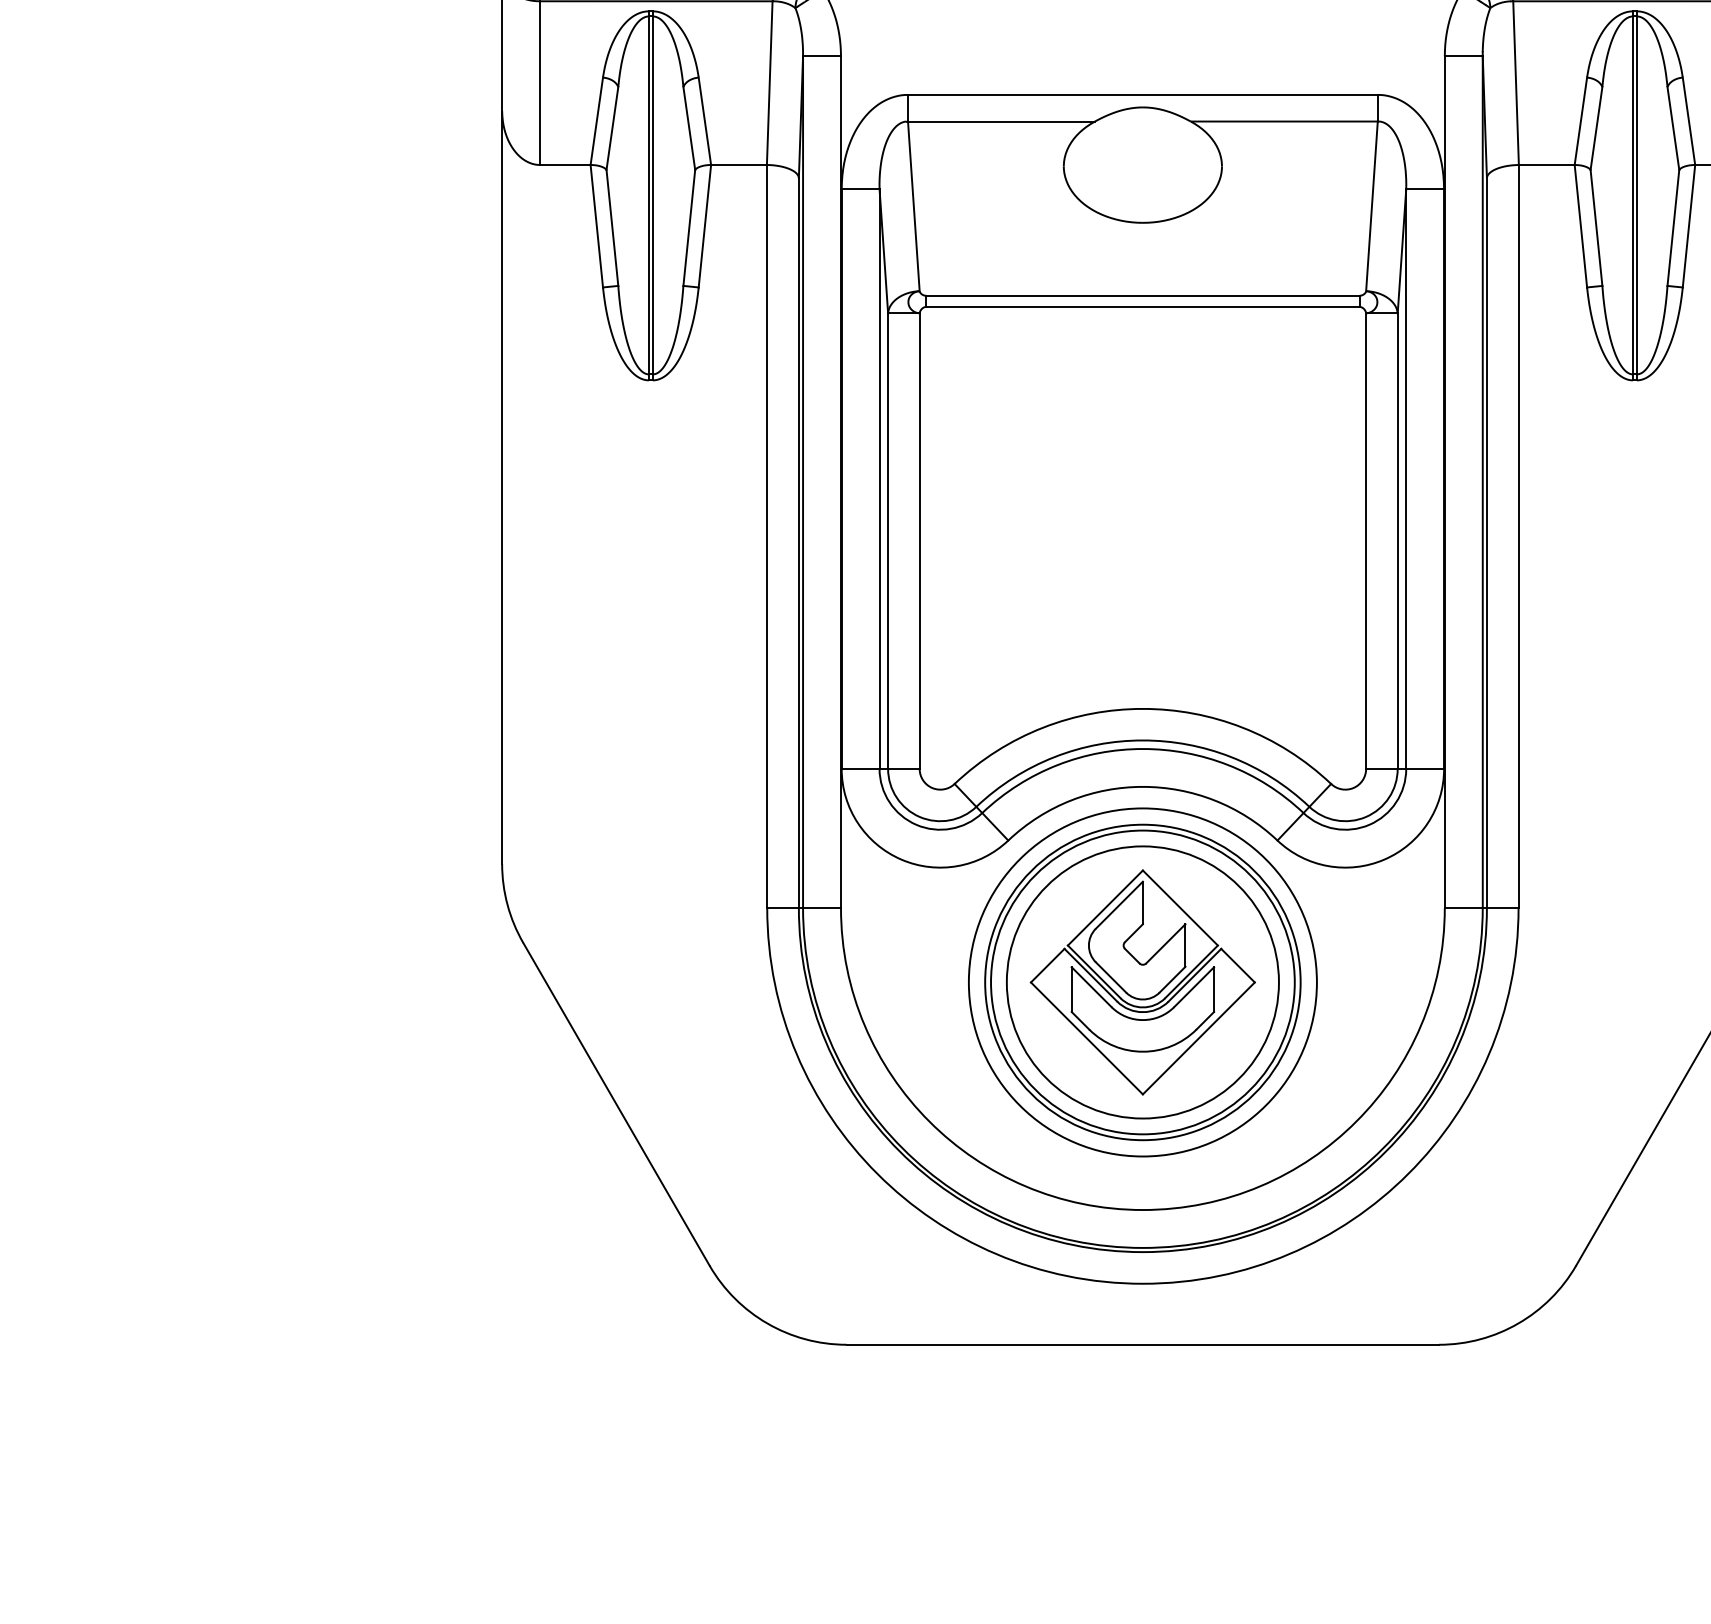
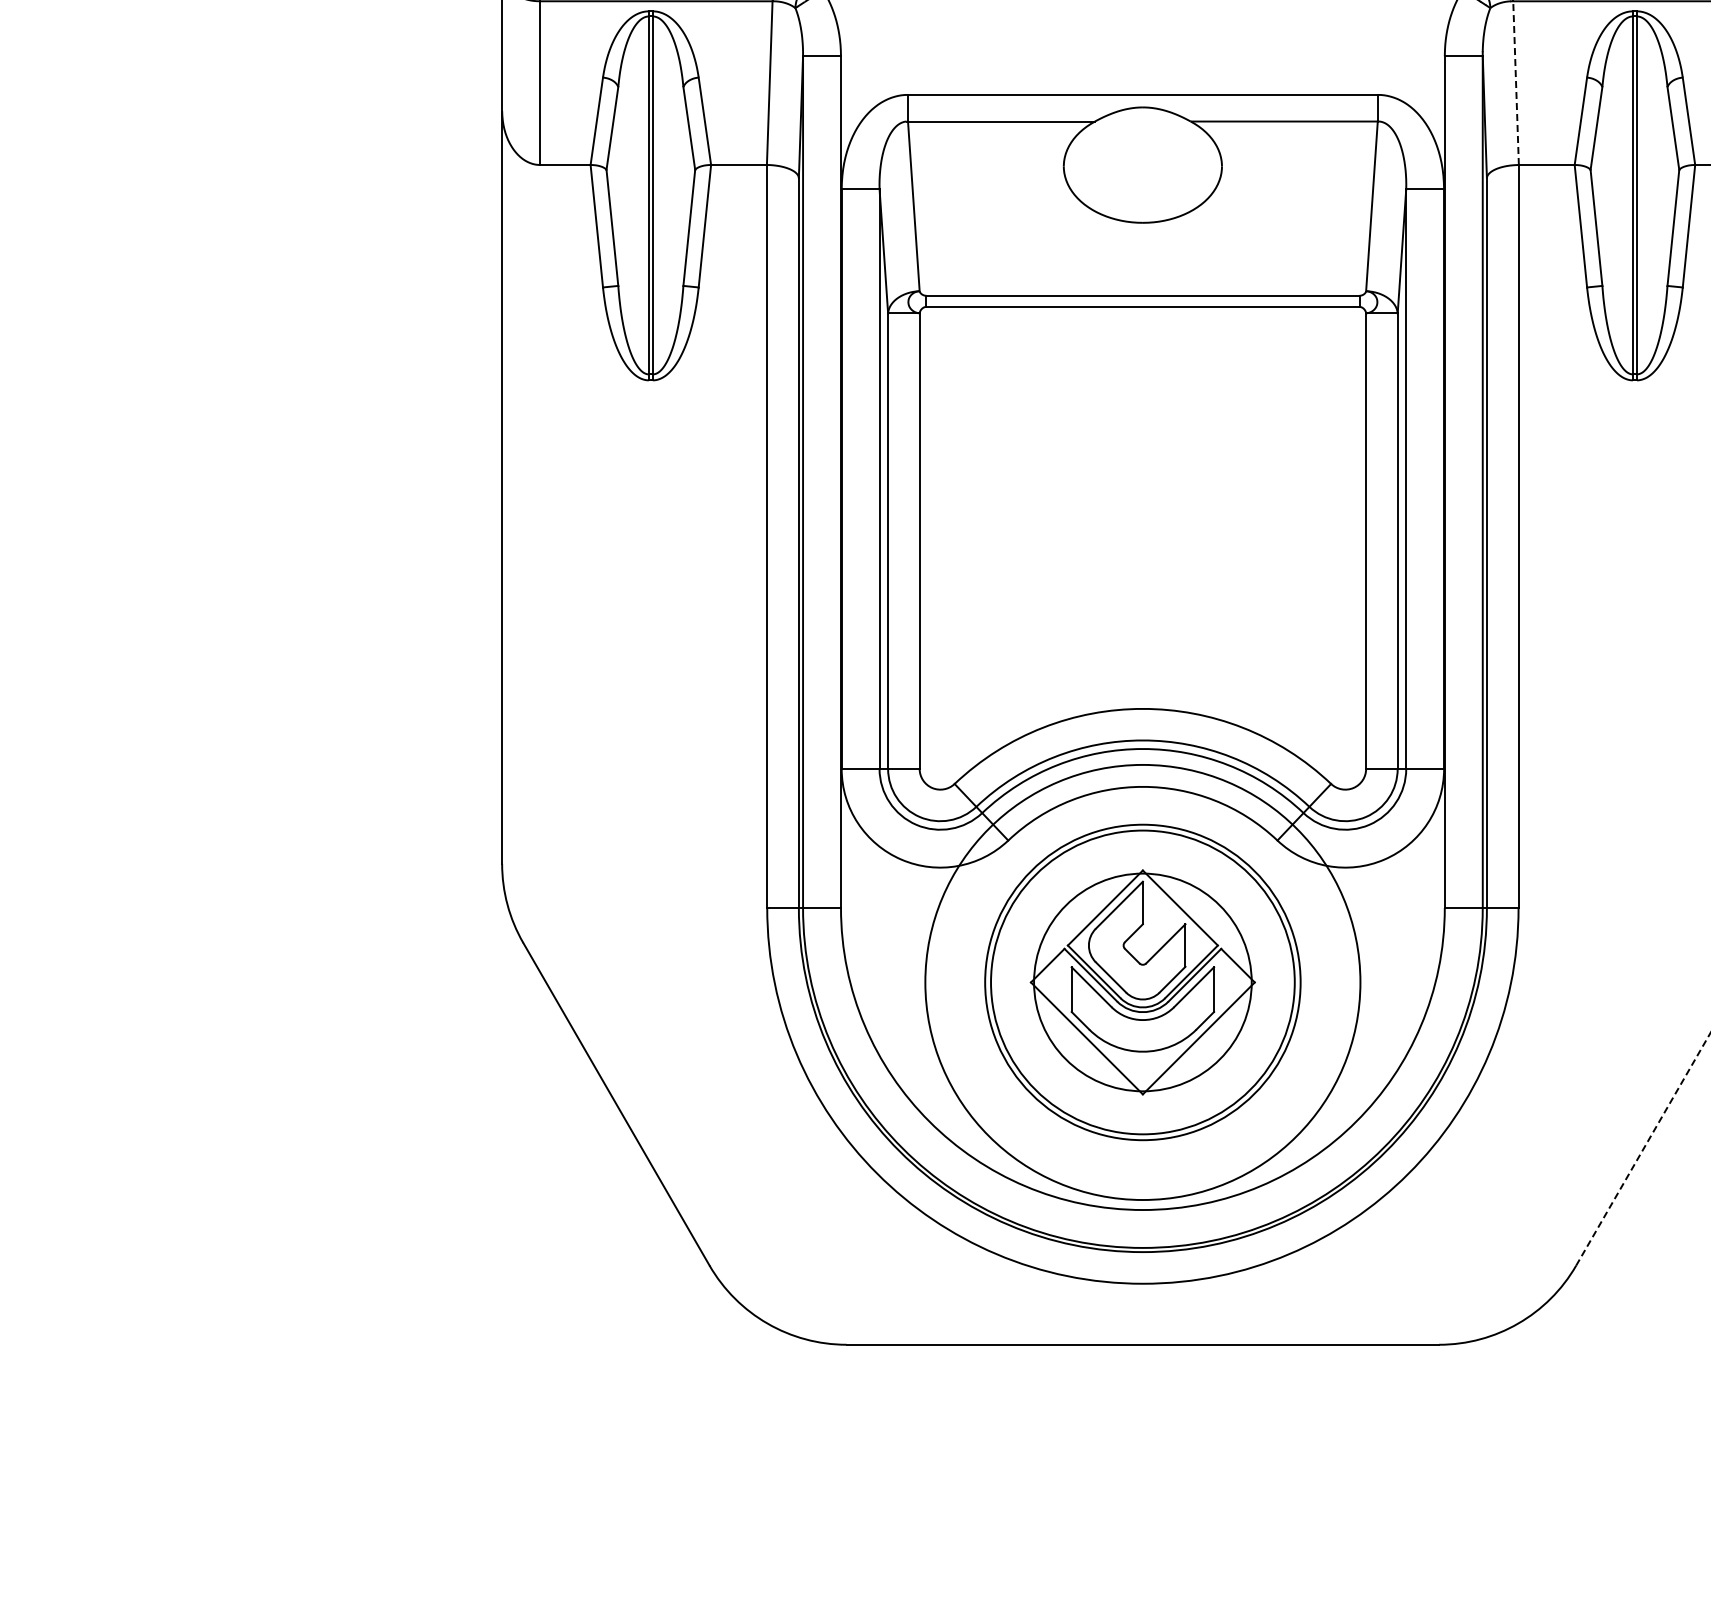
line at (1516, 83): solid -> dashed
circle at (1142, 982) diameter: 272 px -> 218 px
circle at (1142, 982) diameter: 348 px -> 435 px
line at (1643, 1148): solid -> dashed
